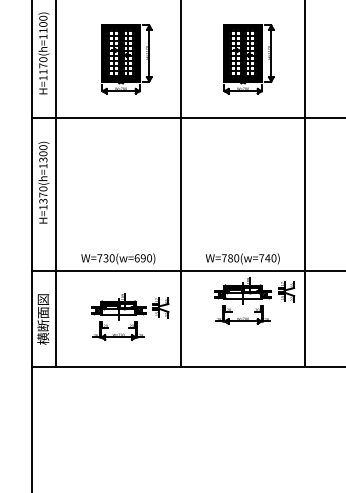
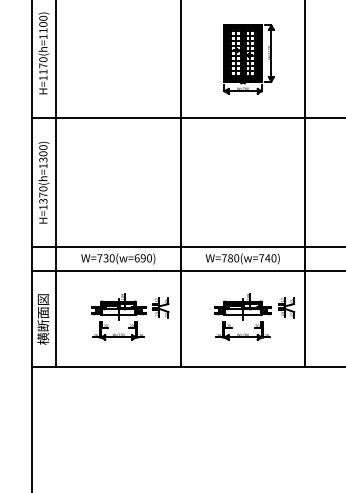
part at (126, 59): present -> none
line at (187, 247): none -> present
part at (254, 300) position: (254, 300) -> (254, 316)
